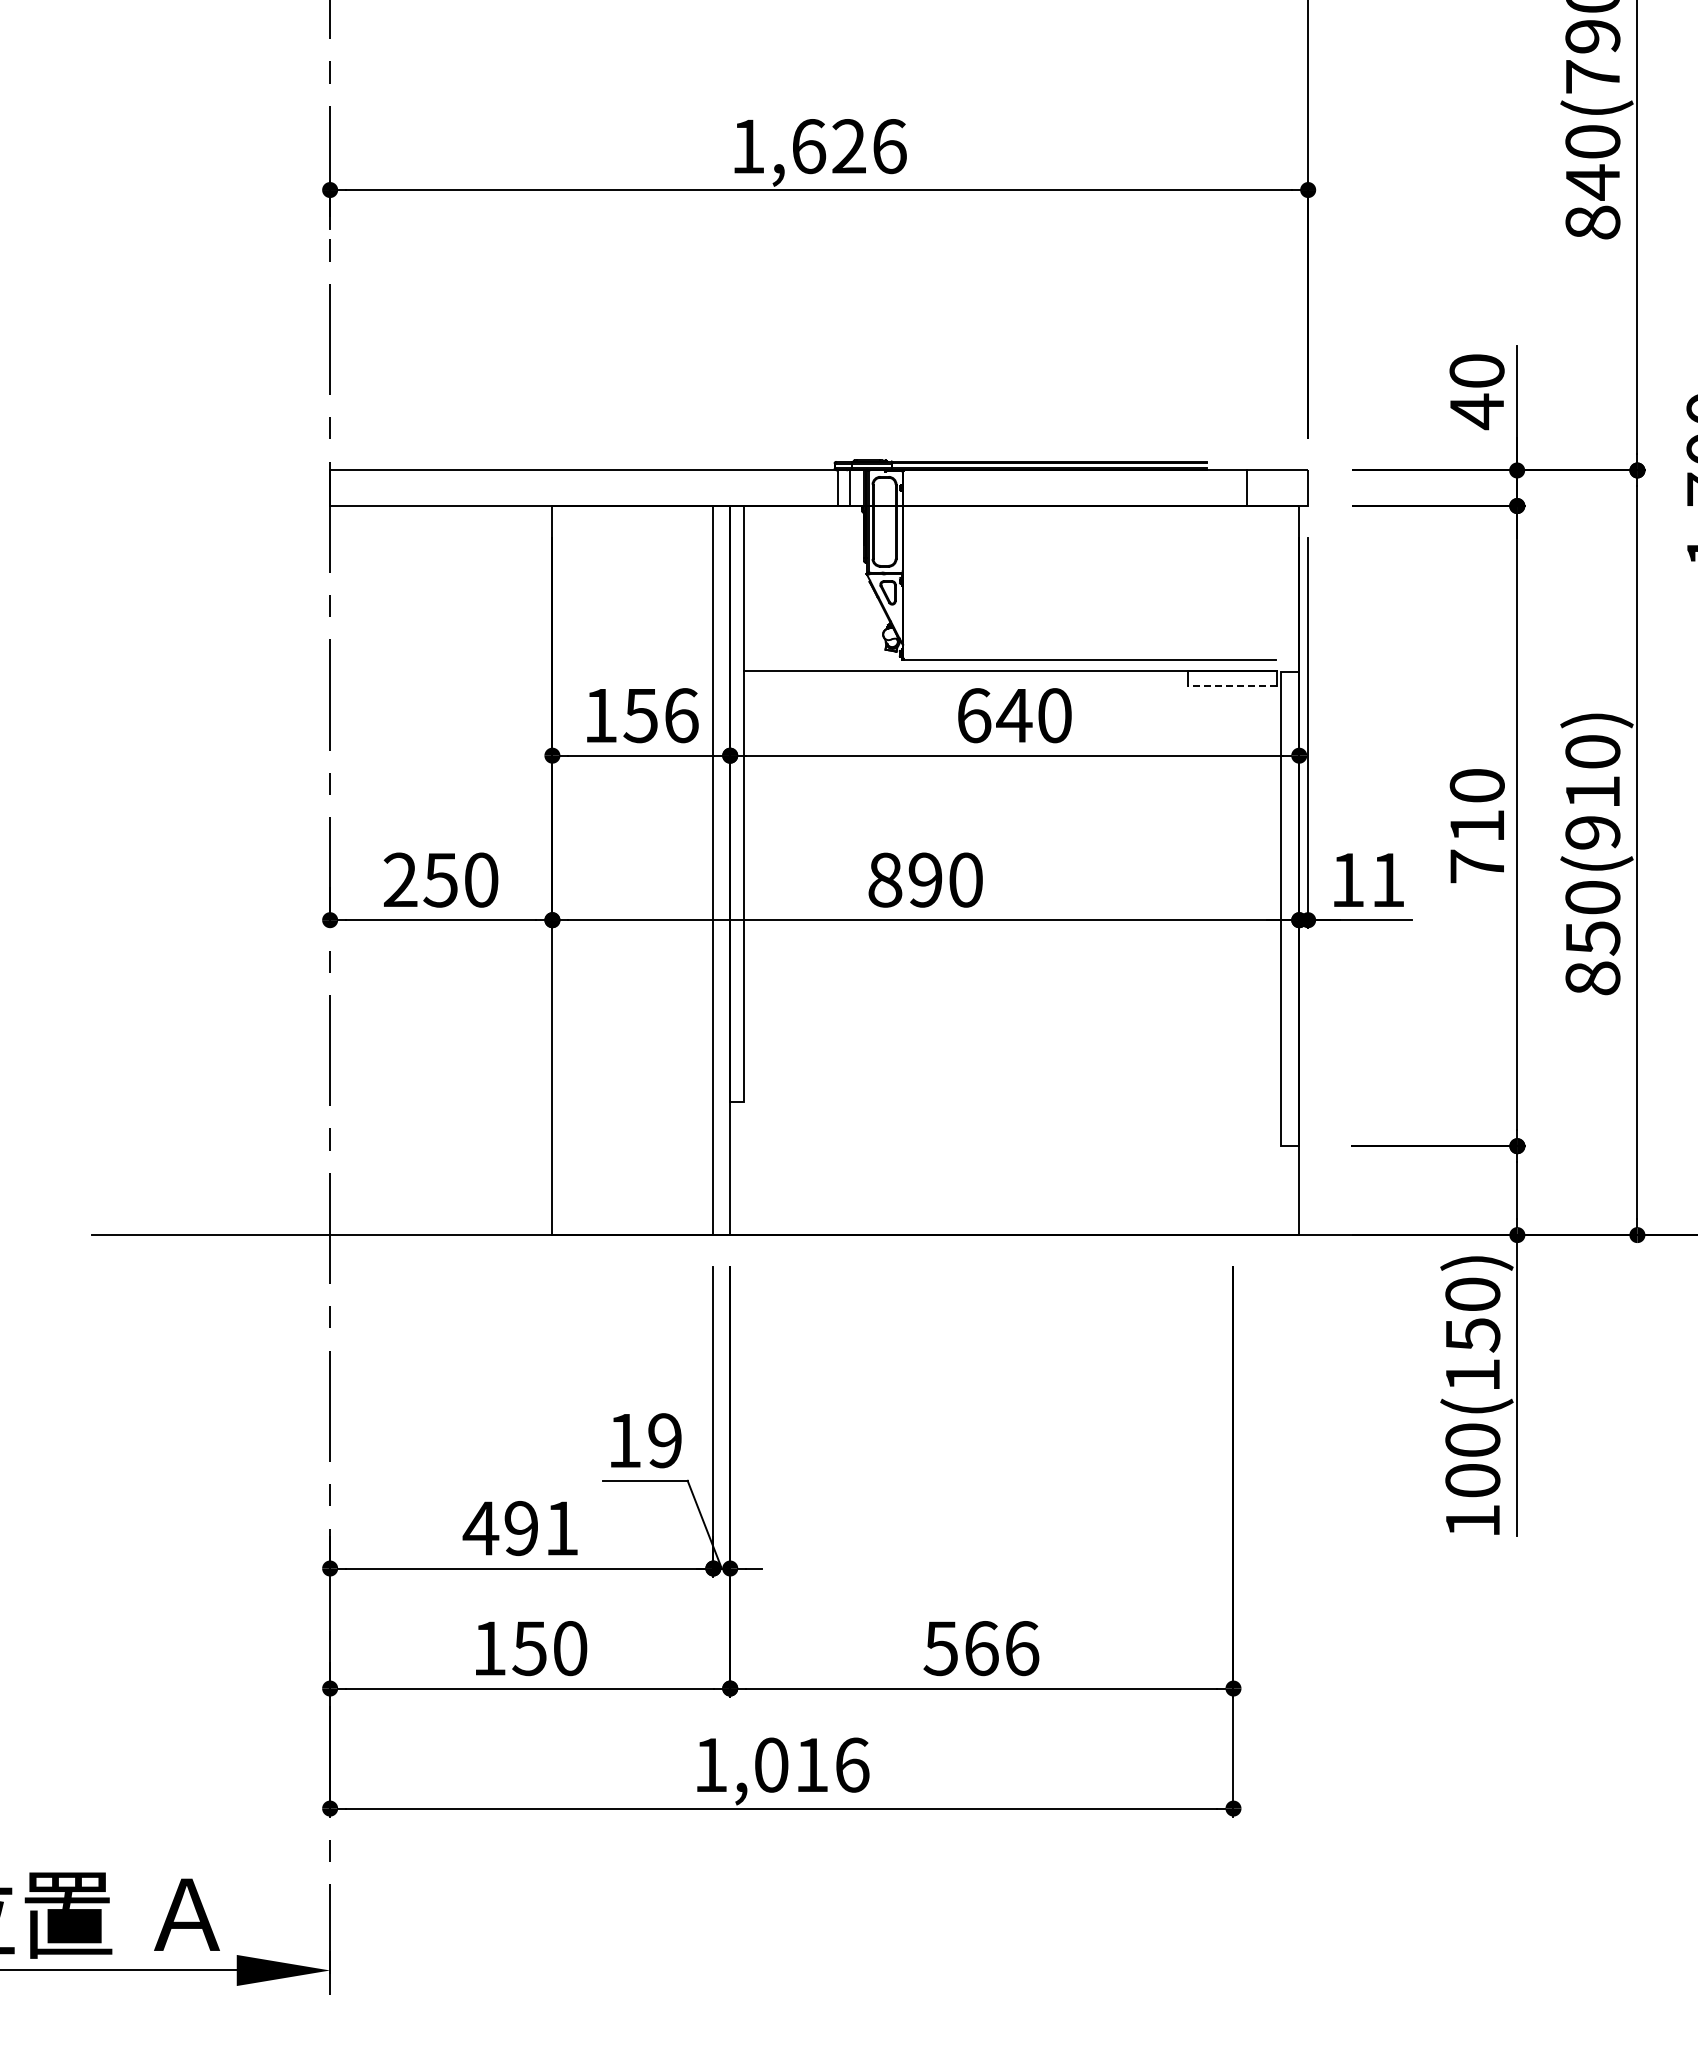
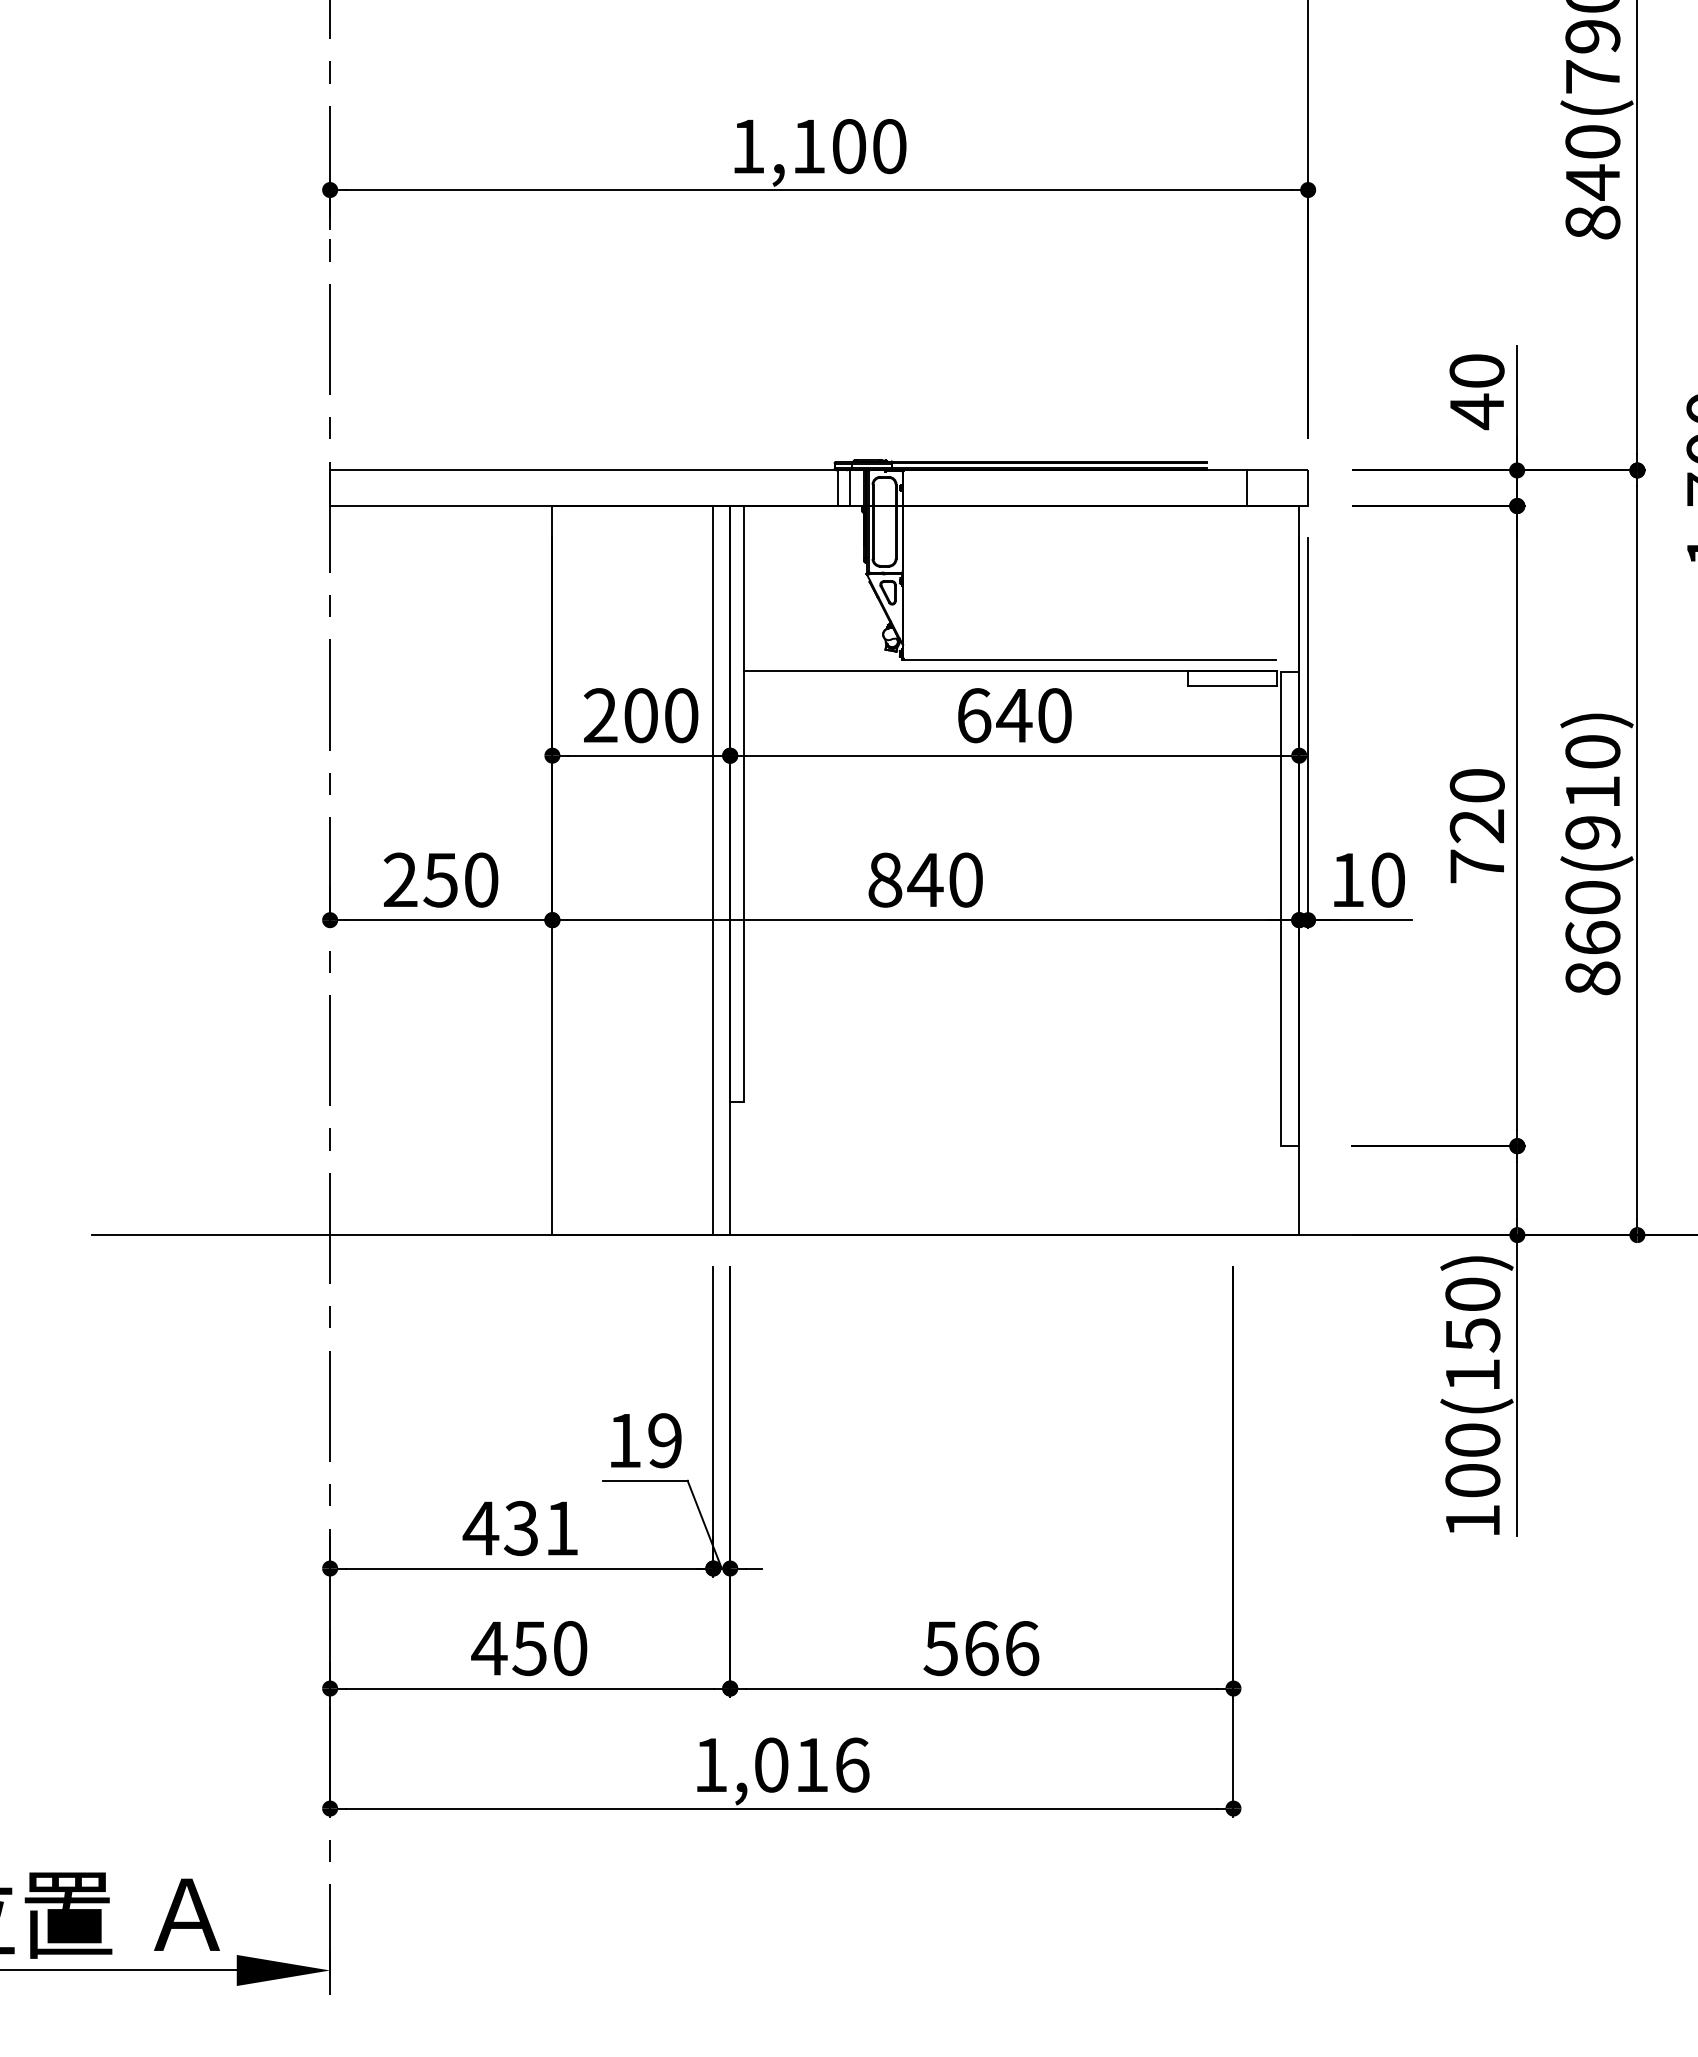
text at (849, 146): 1,626 -> 1,100
line at (1232, 685): dashed -> solid
text at (640, 715): 156 -> 200
text at (1476, 826): 710 -> 720
text at (925, 879): 890 -> 840
text at (1387, 879): 11 -> 10
text at (1592, 938): 850(910) -> 860(910)
text at (520, 1528): 491 -> 431
text at (489, 1648): 150 -> 450
